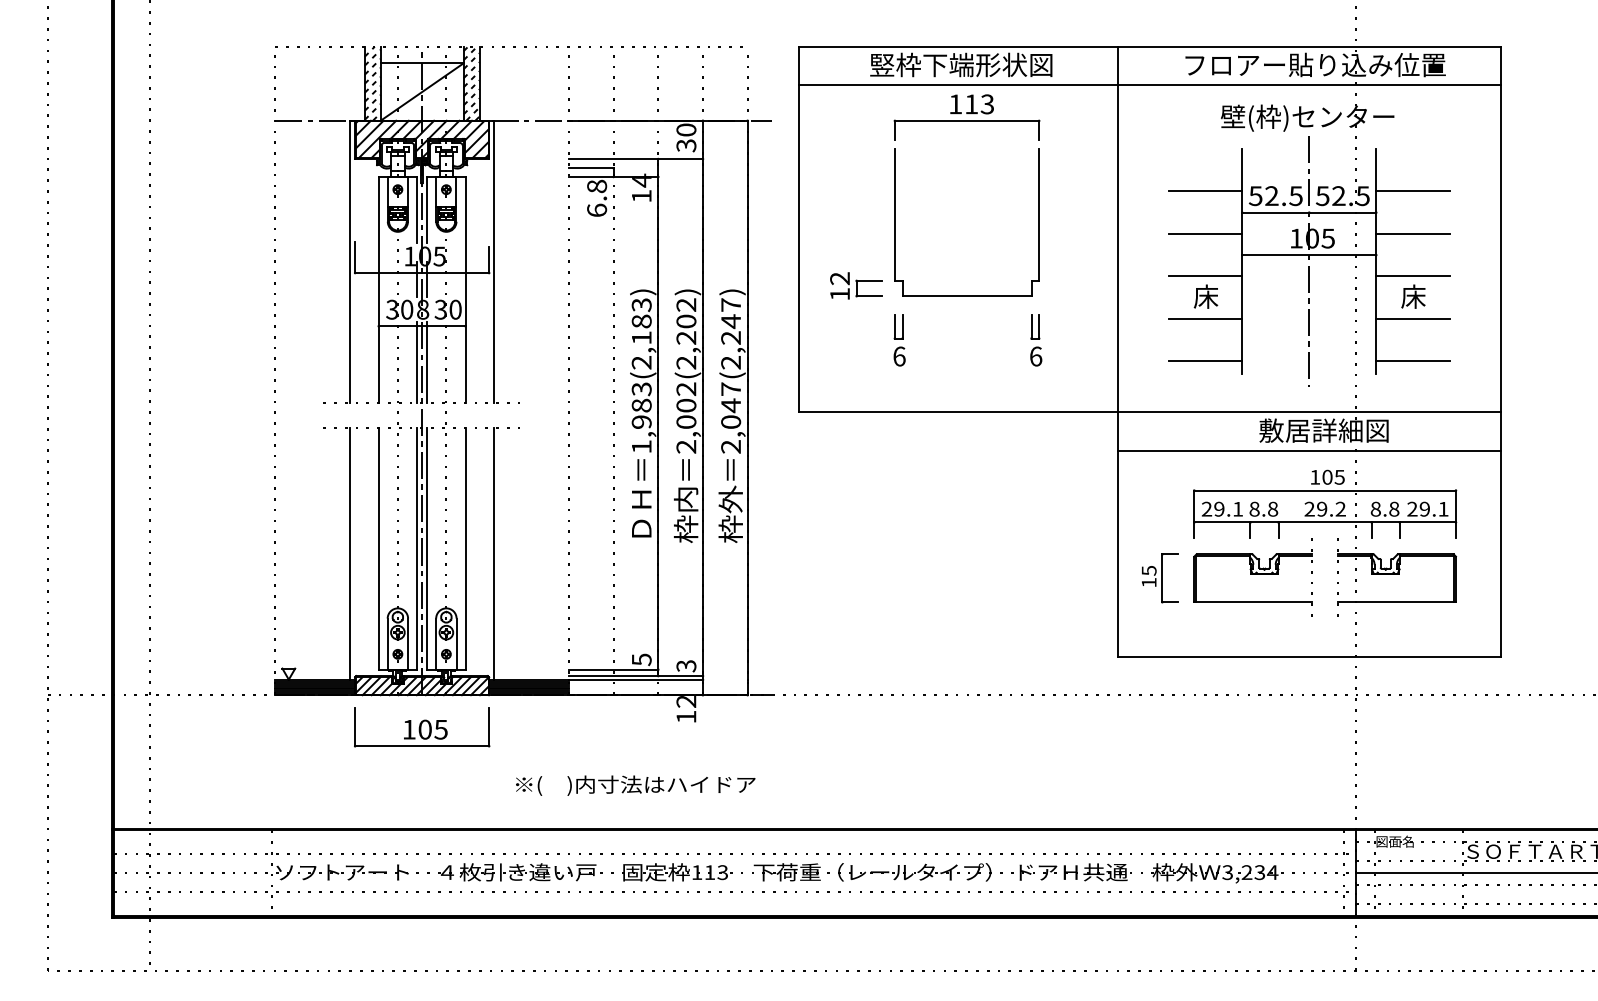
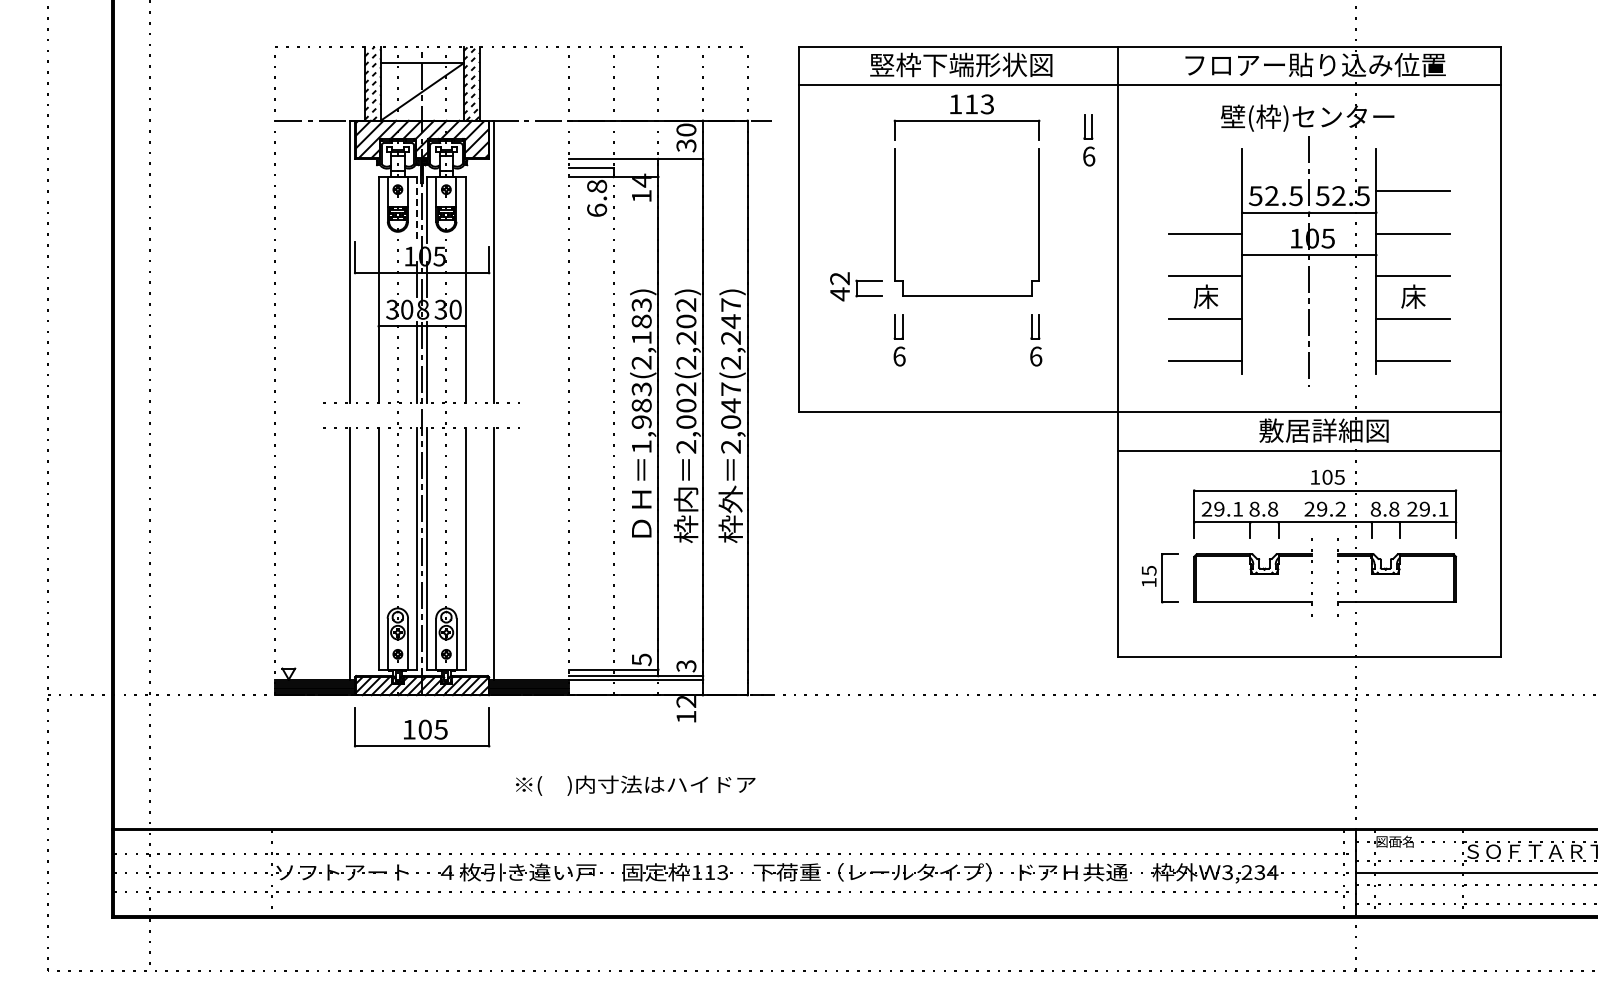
part at (1089, 140): none -> present
line at (1205, 191): present -> none
line at (417, 210): solid -> dashed
text at (839, 294): 12 -> 42
